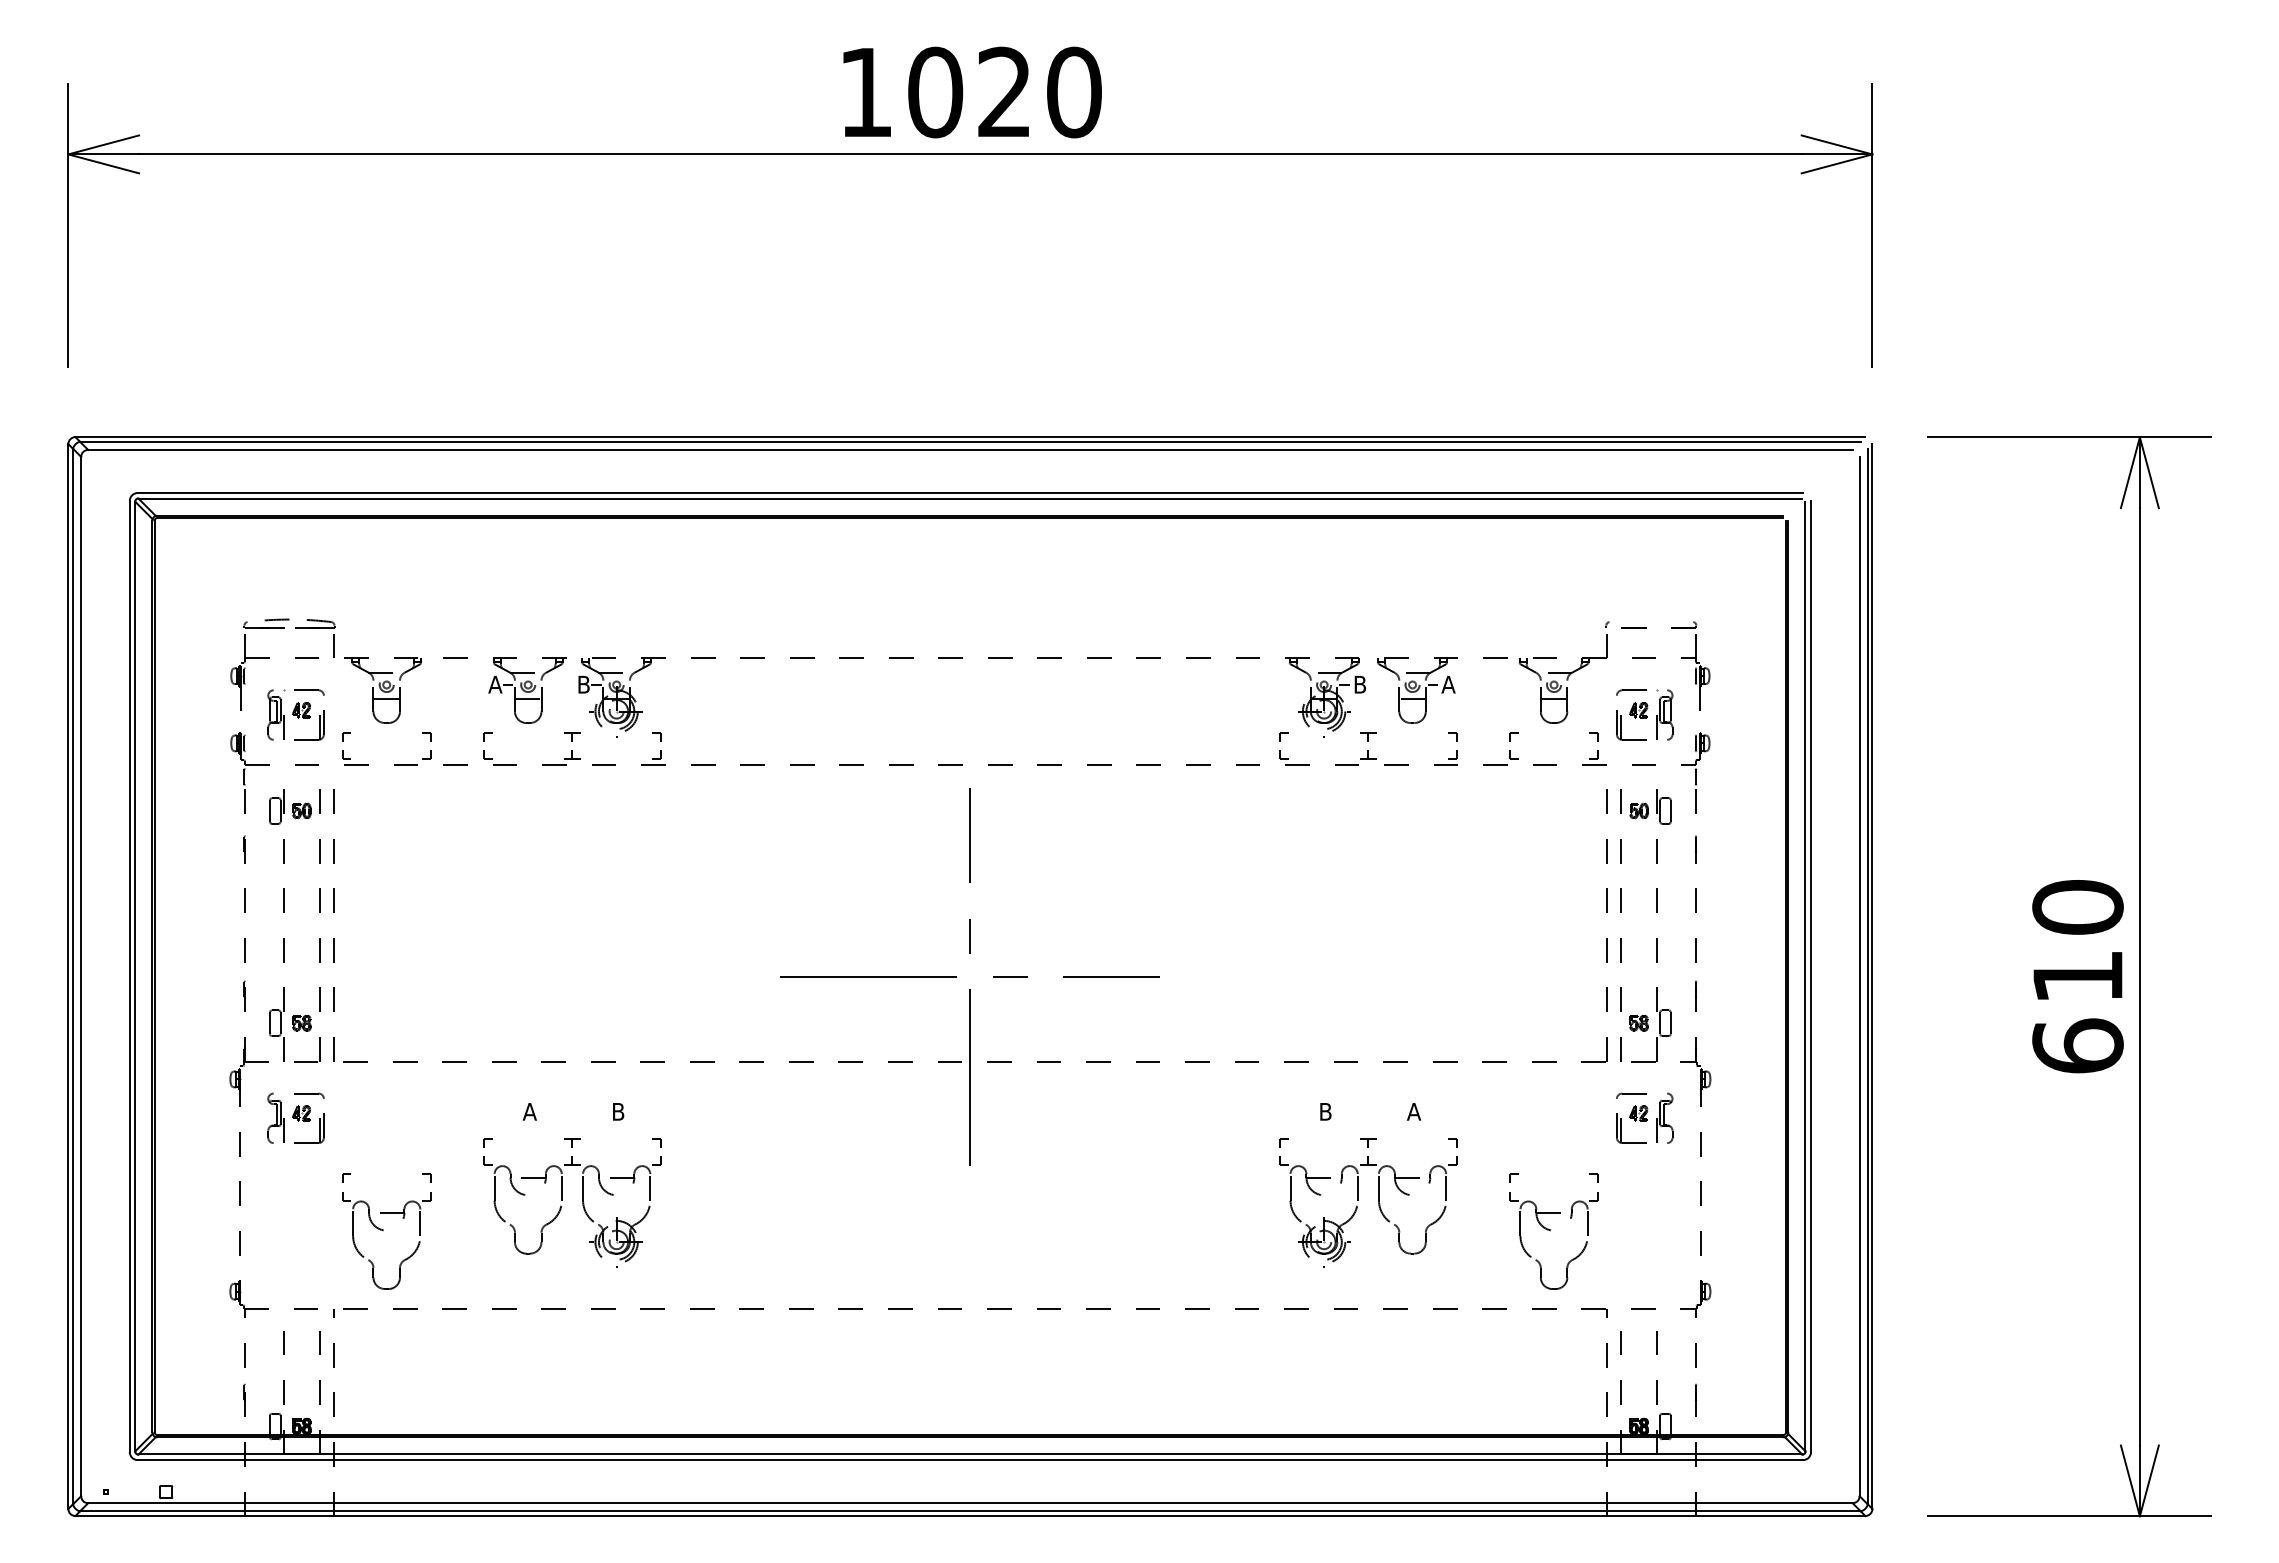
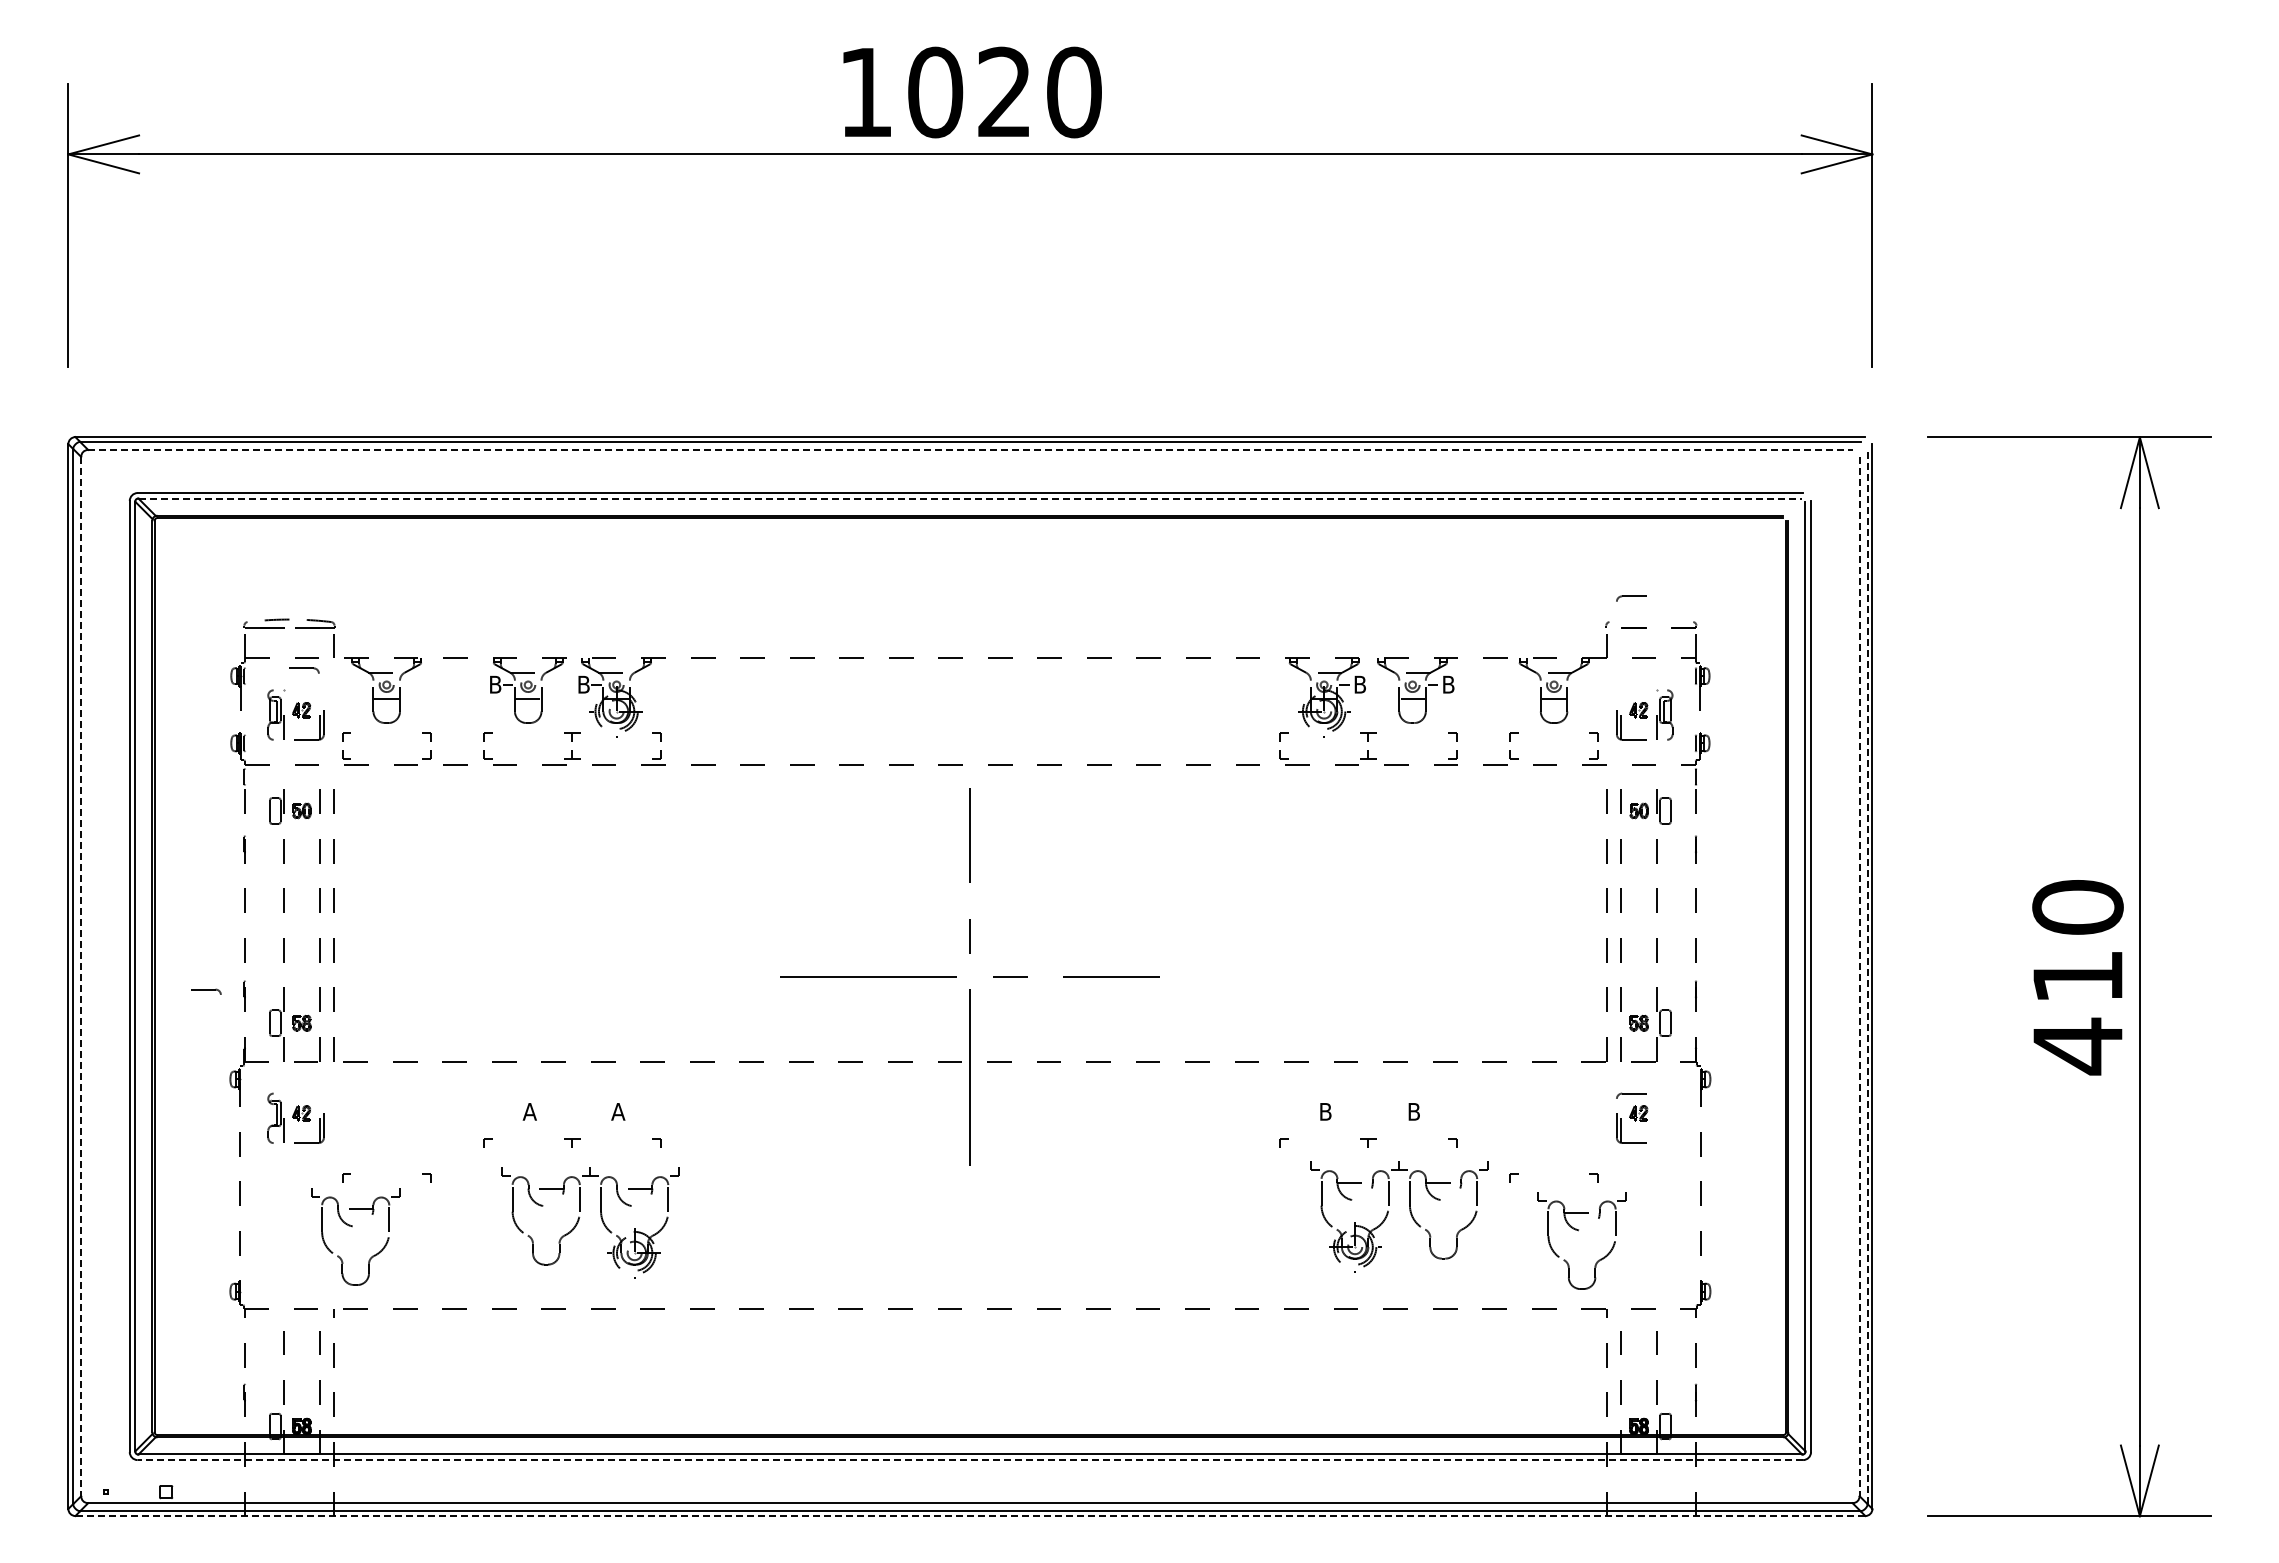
line at (970, 449): solid -> dashed
line at (970, 498): solid -> dashed
text at (495, 684): A -> B
text at (1448, 684): A -> B
part at (309, 692) position: (309, 692) -> (304, 670)
part at (1631, 692) position: (1631, 692) -> (1631, 598)
line at (81, 976): solid -> dashed
line at (1859, 976): solid -> dashed
line at (1867, 976): solid -> dashed
text at (2077, 1046): 610 -> 410
part at (309, 1095) position: (309, 1095) -> (206, 991)
text at (618, 1111): B -> A
text at (1414, 1111): A -> B
part at (1664, 1117): present -> none
part at (562, 1206) position: (562, 1206) -> (580, 1217)
part at (1378, 1206) position: (1378, 1206) -> (1409, 1211)
part at (383, 1231) position: (383, 1231) -> (352, 1227)
part at (1550, 1231) position: (1550, 1231) -> (1578, 1231)
line at (970, 1460): solid -> dashed
line at (970, 1516): solid -> dashed
